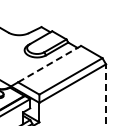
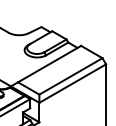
line at (50, 63): dashed -> solid
line at (106, 94): dashed -> solid
